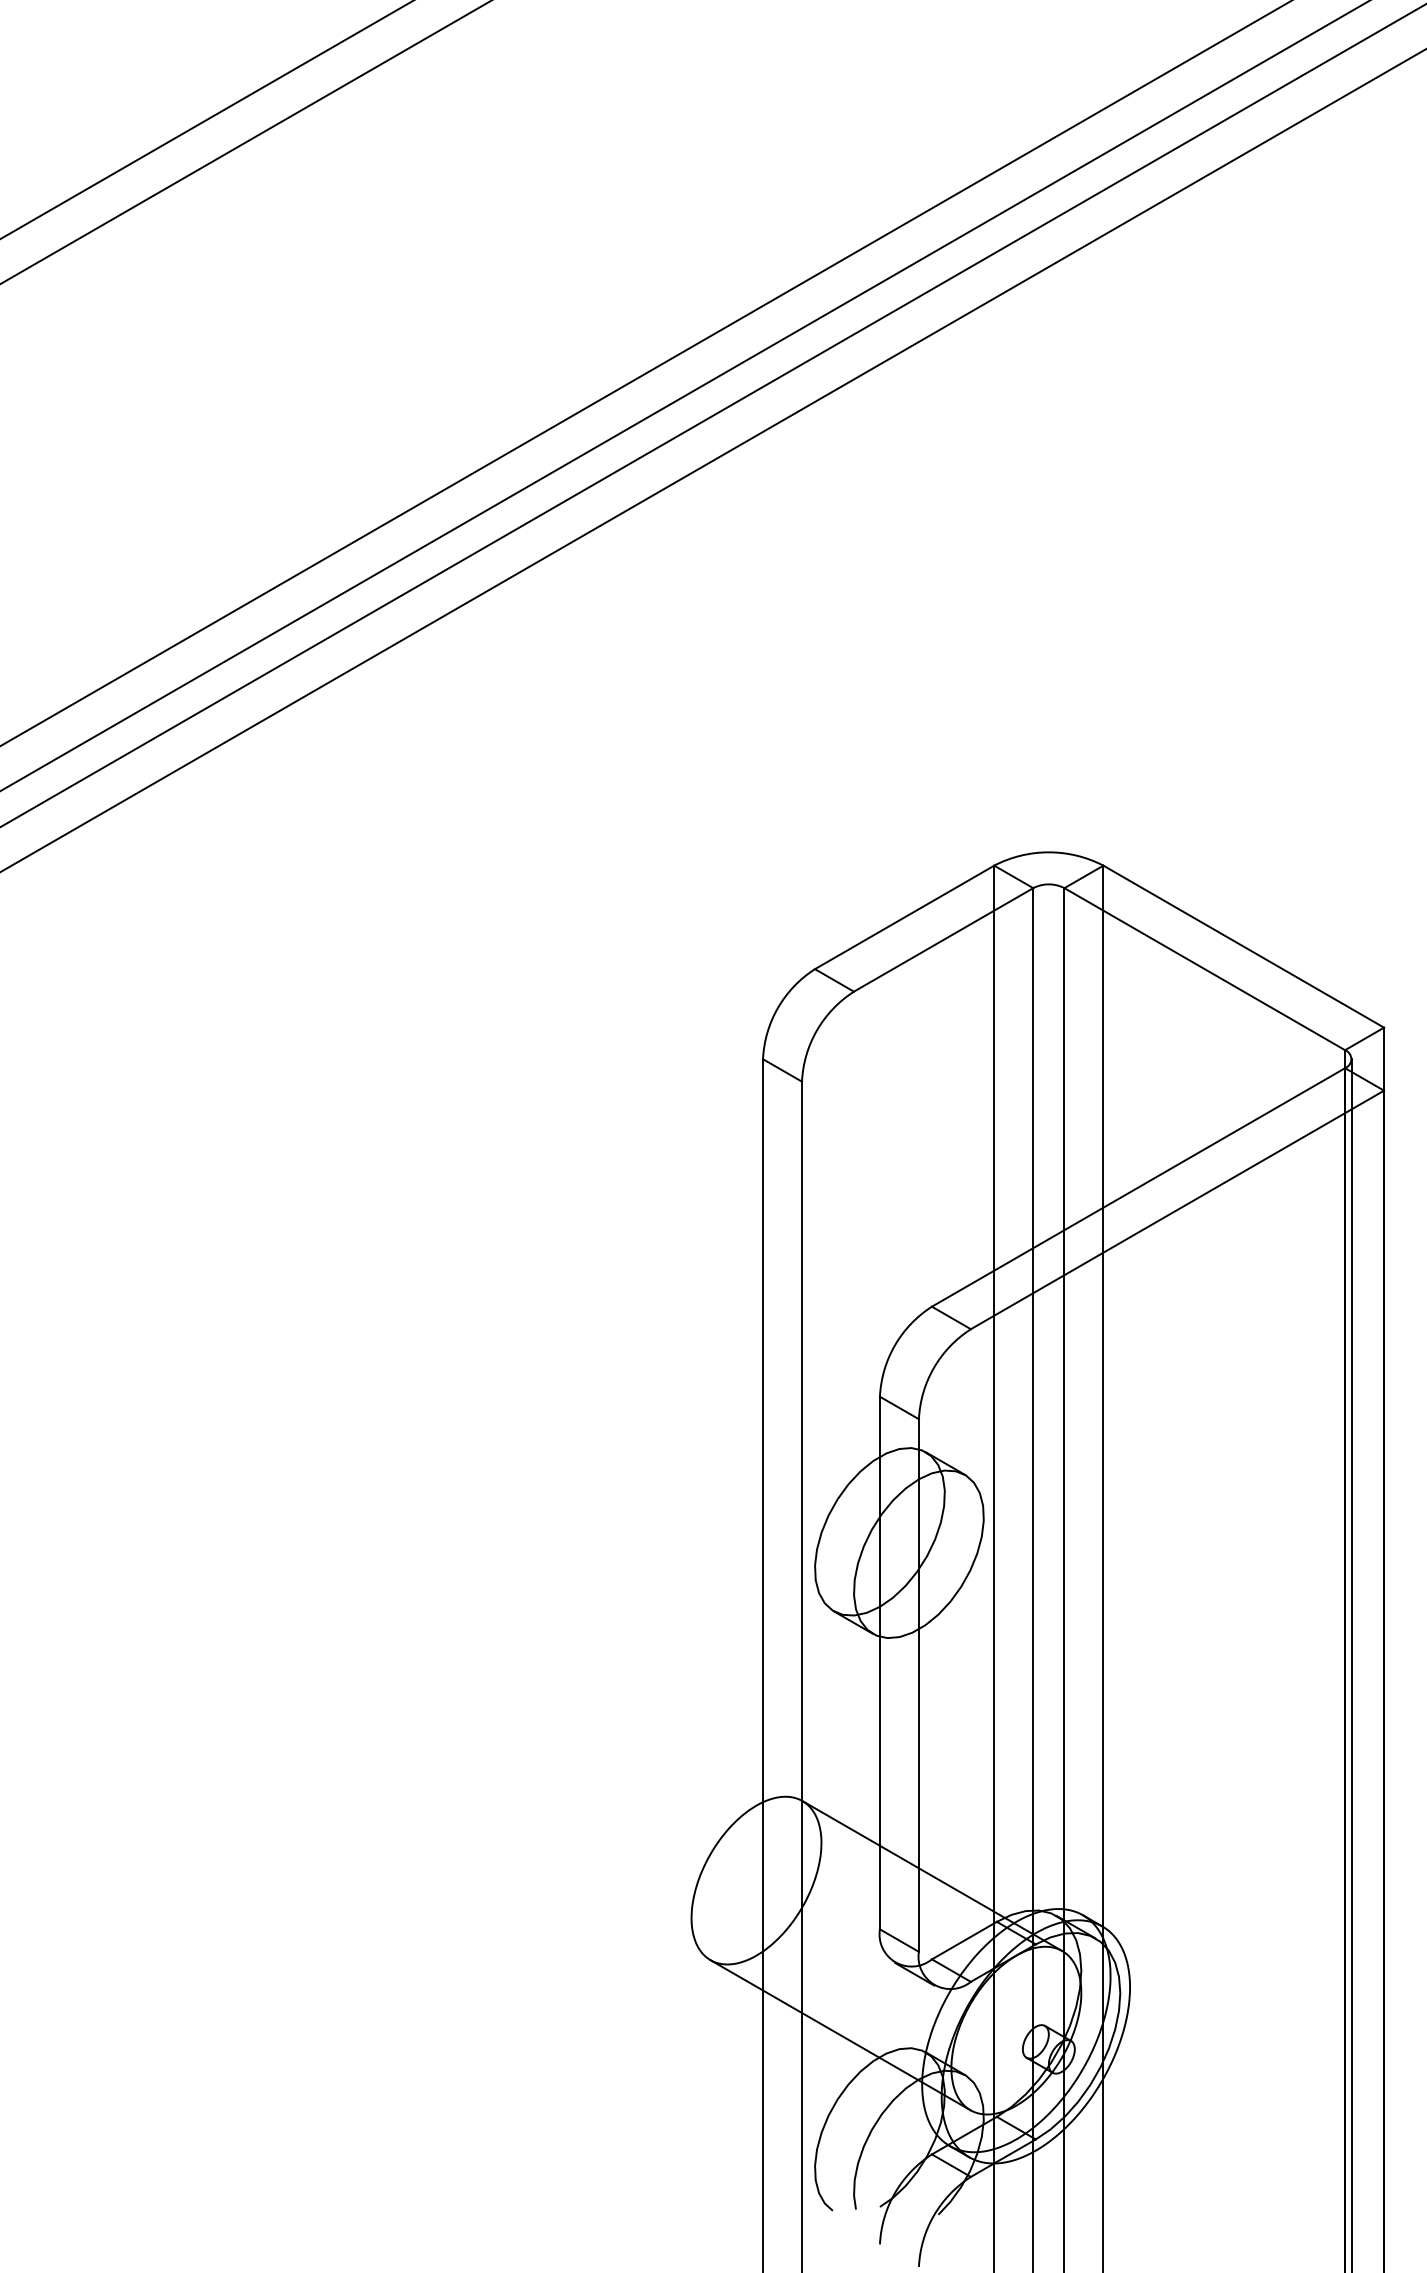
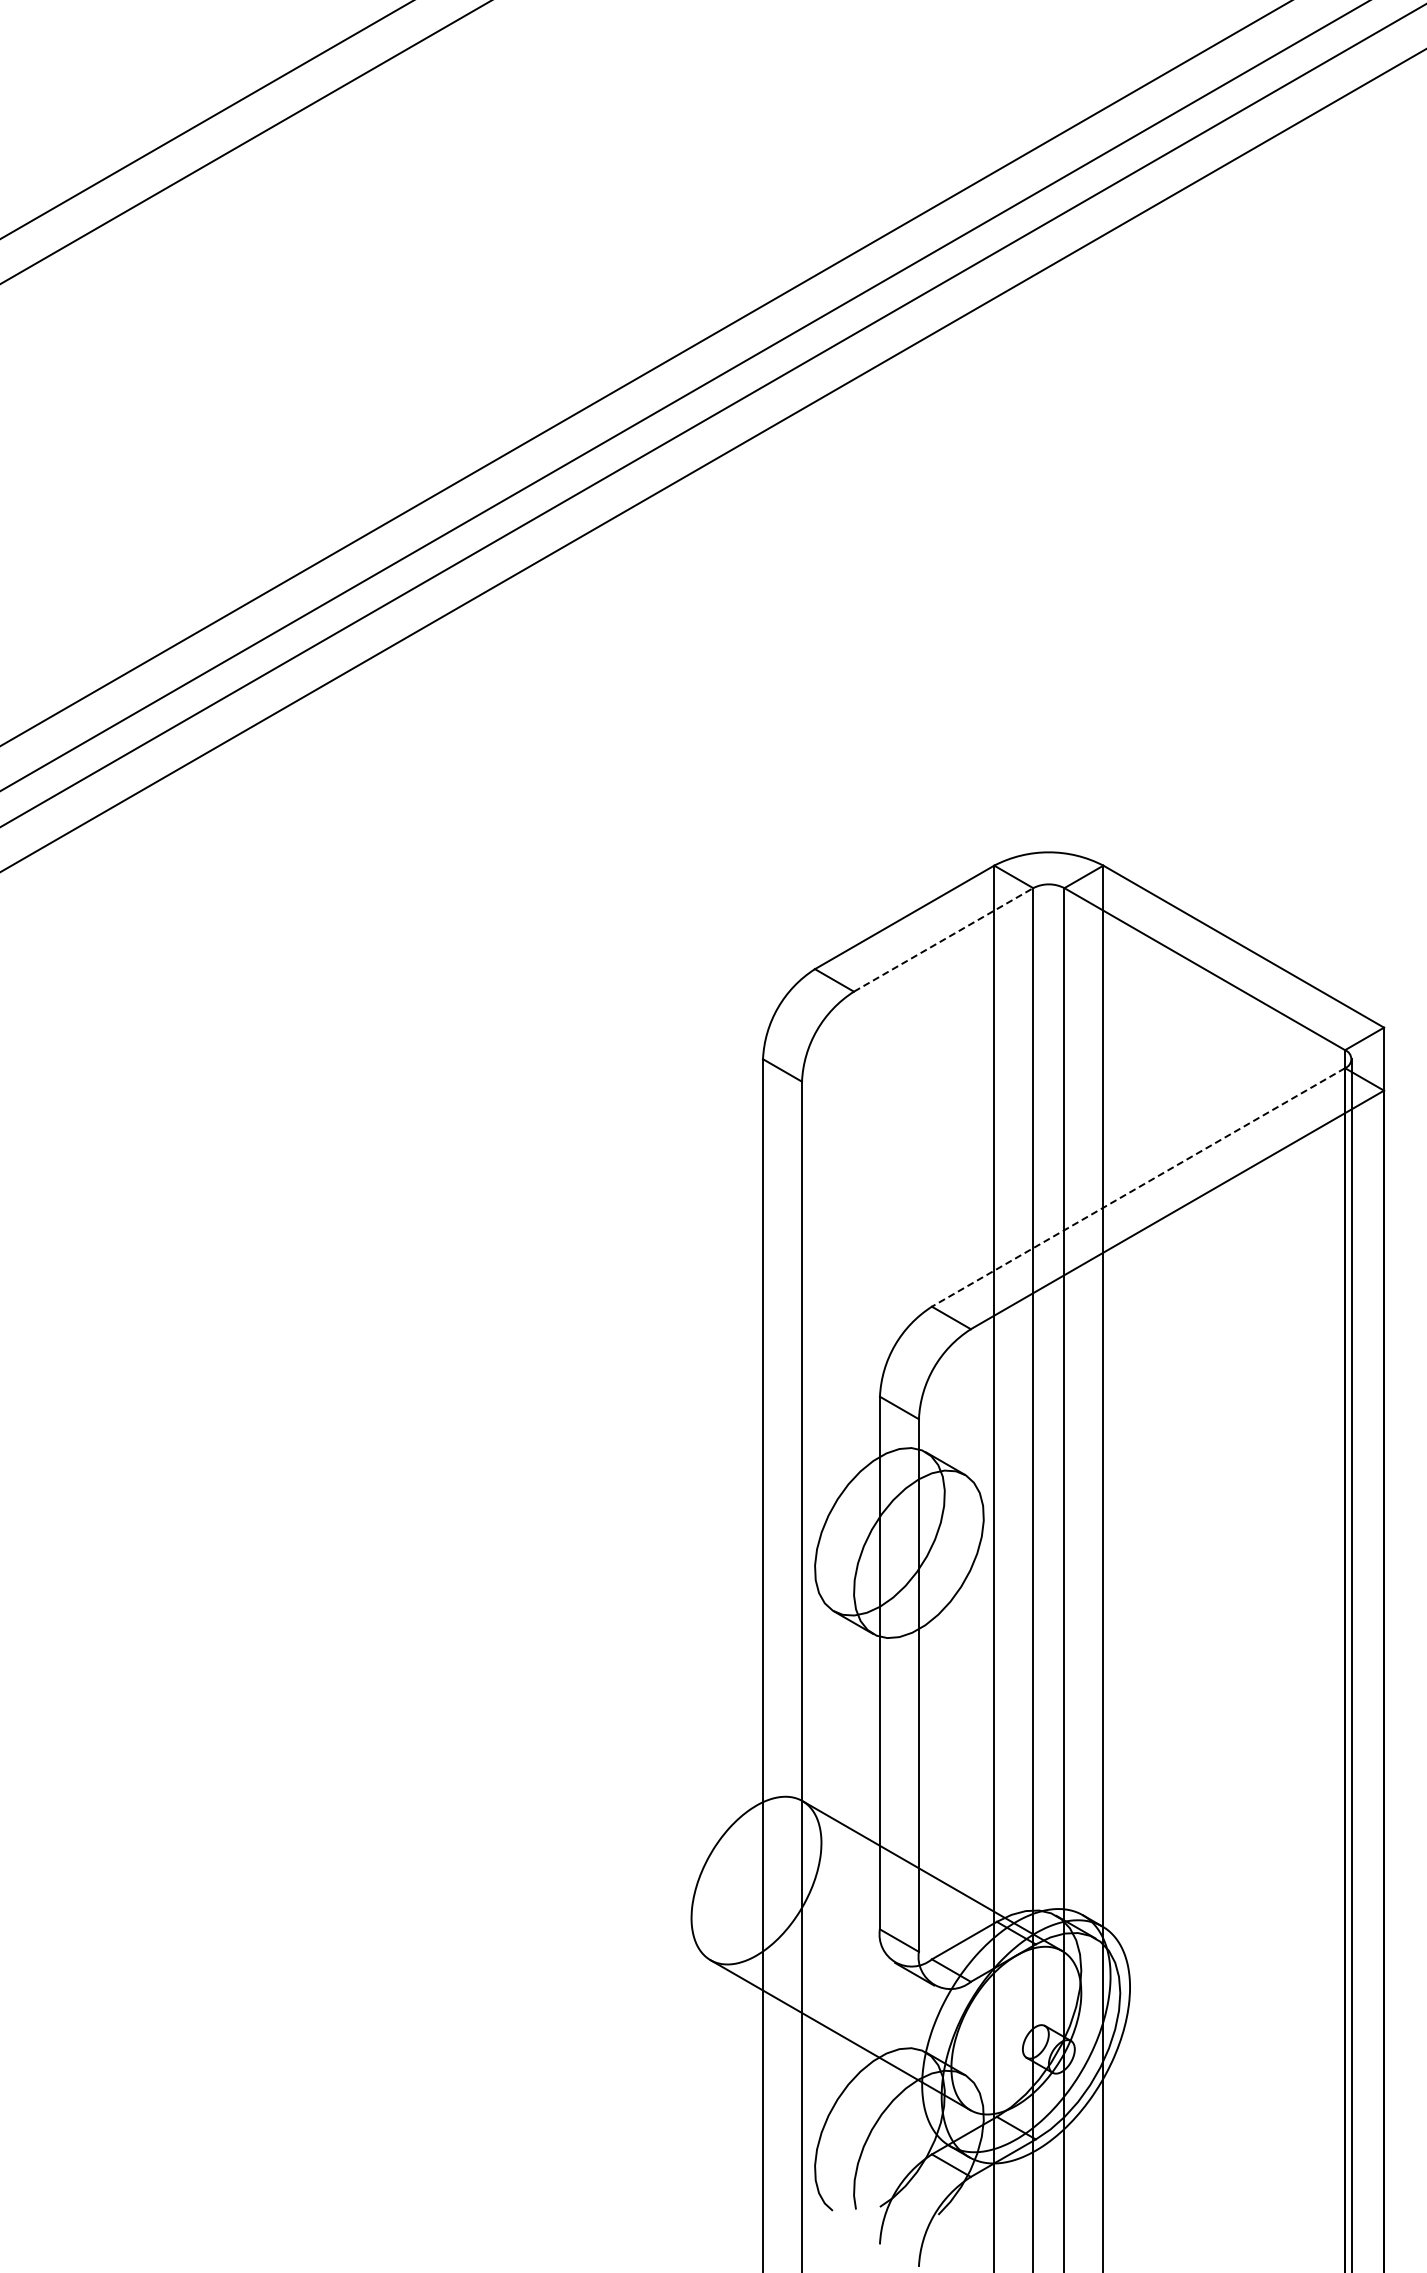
line at (943, 939): solid -> dashed
line at (1138, 1187): solid -> dashed
